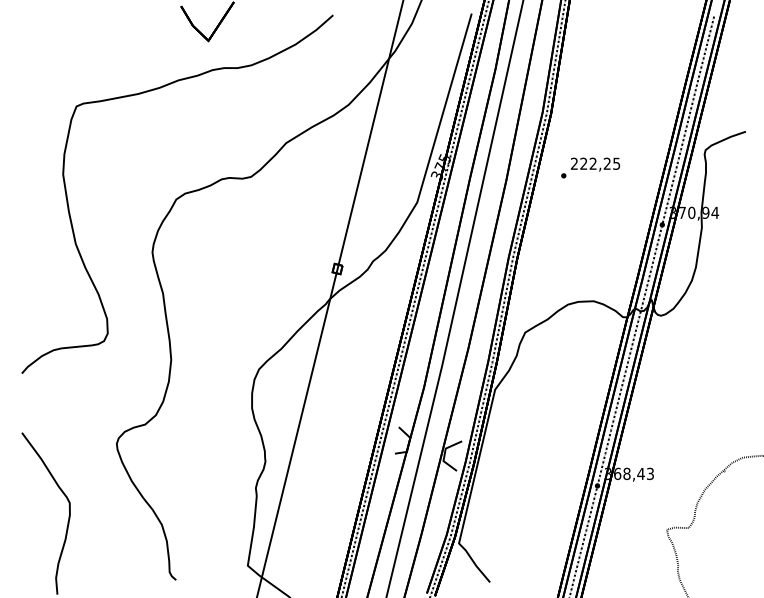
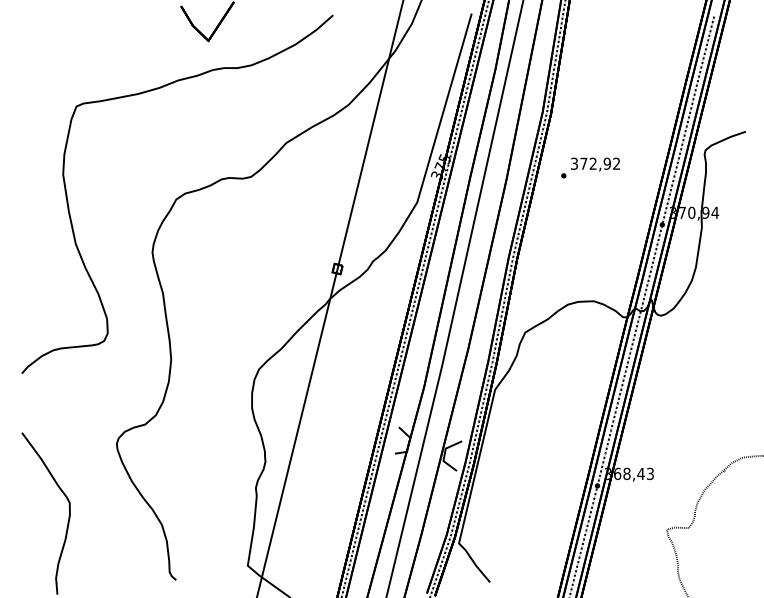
text at (595, 163): 222,25 -> 372,92
